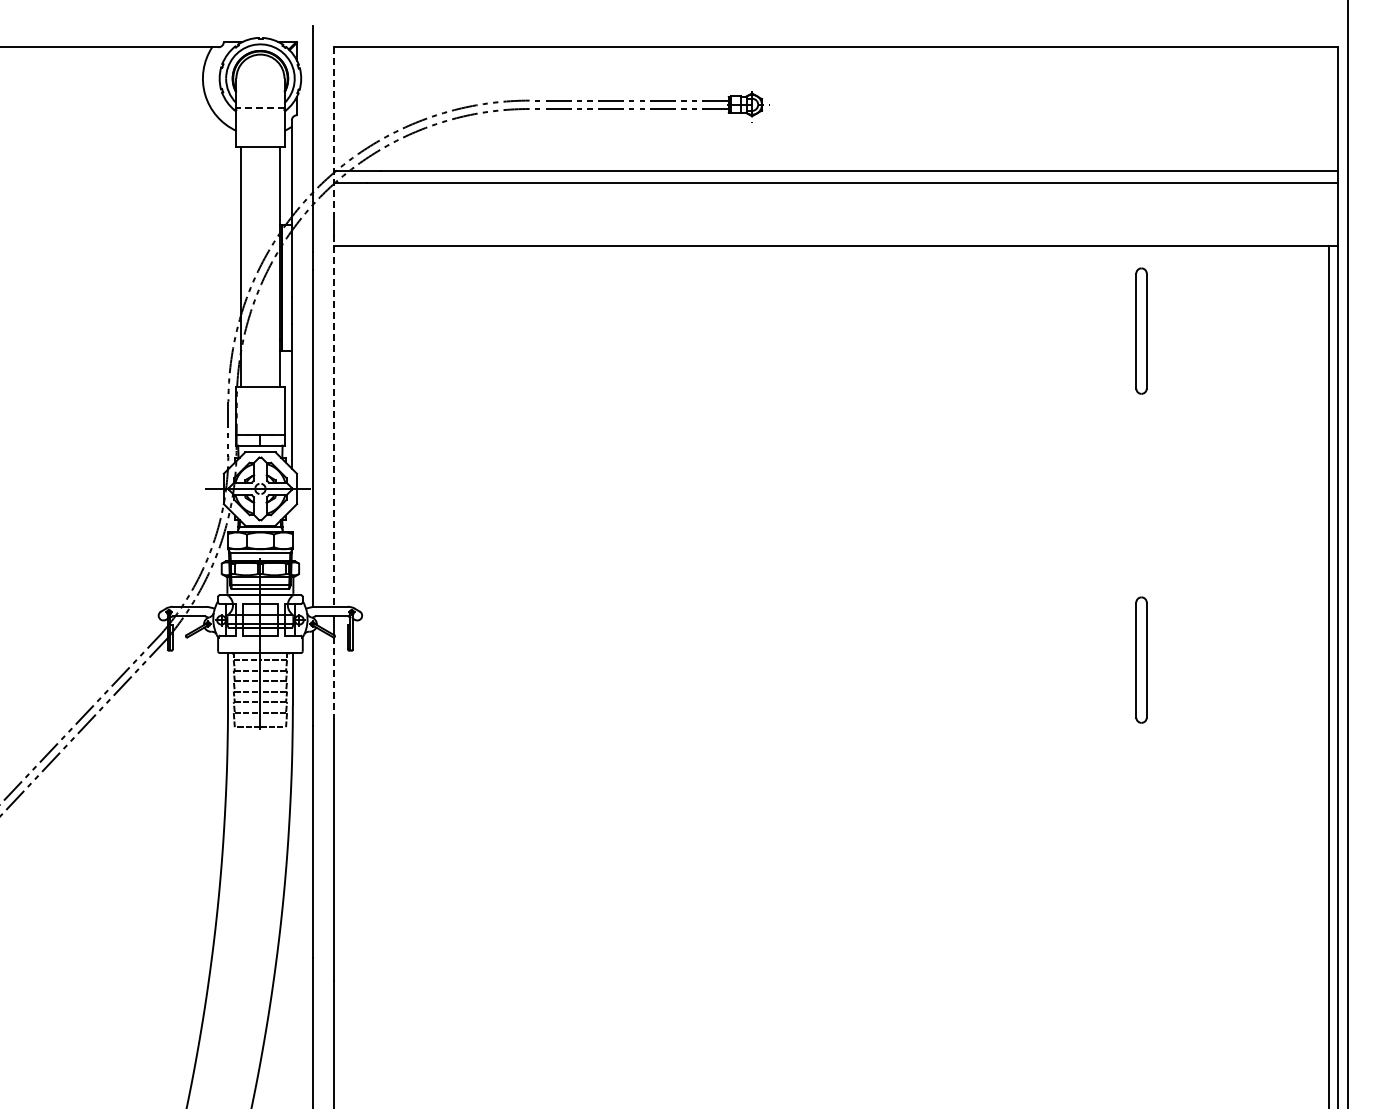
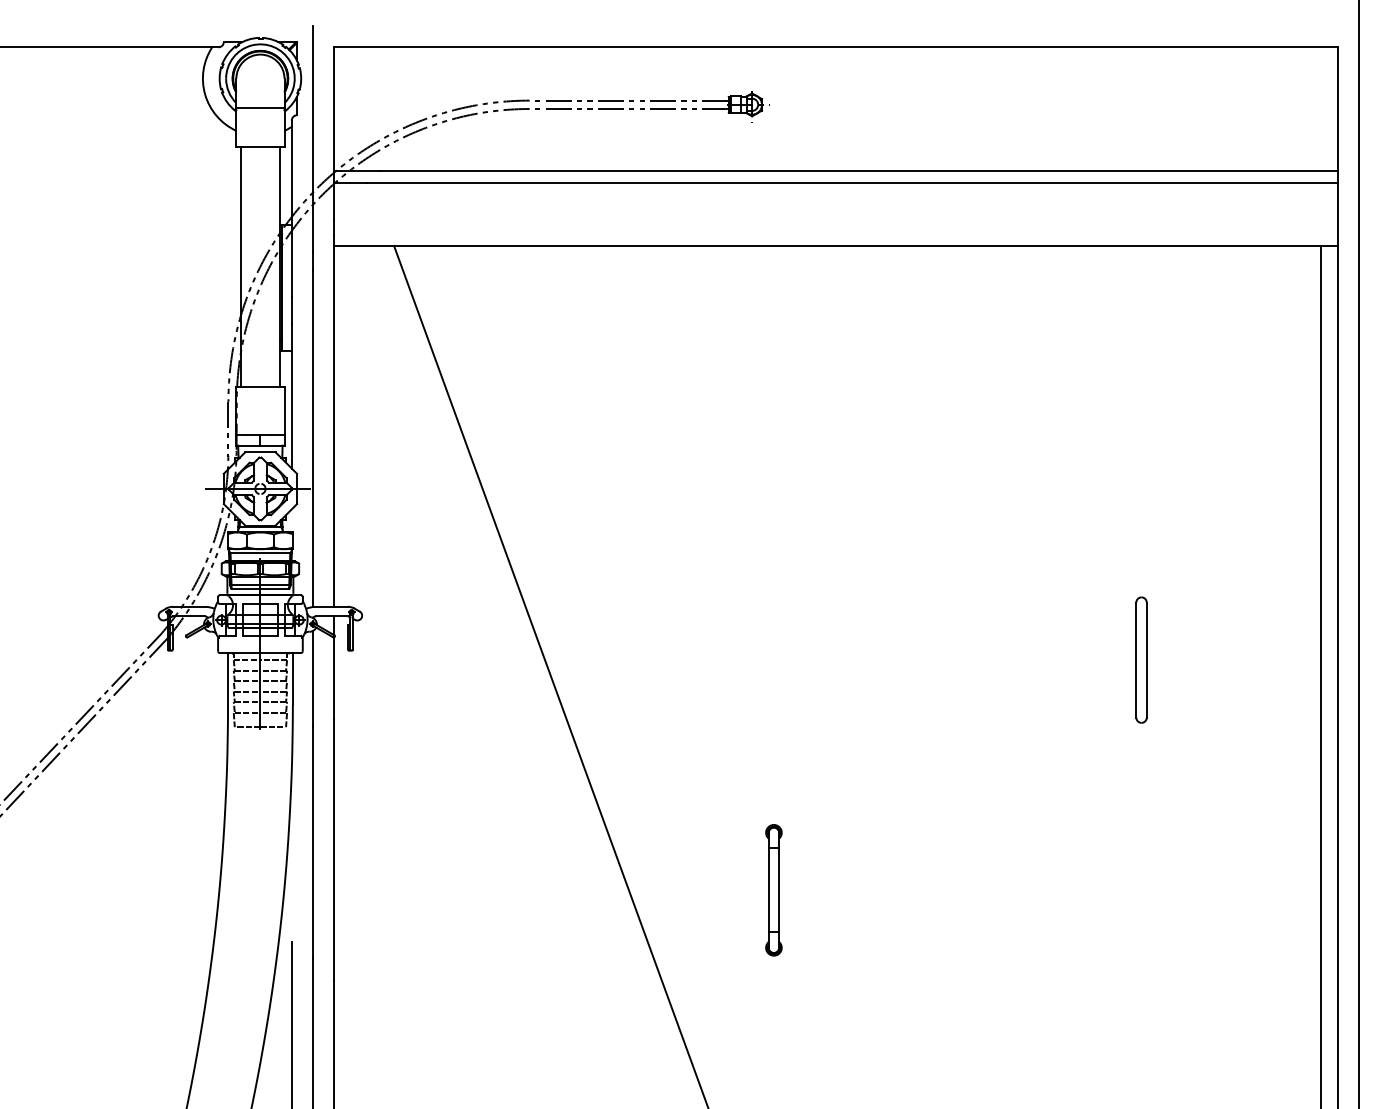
line at (259, 107): dashed -> solid
line at (333, 133): dashed -> solid
part at (1141, 330): present -> none
line at (333, 421): dashed -> solid
line at (1347, 553) position: (1347, 553) -> (1358, 553)
line at (550, 675): none -> present
line at (1329, 675) position: (1329, 675) -> (1321, 675)
line at (333, 678): dashed -> solid
part at (773, 890): none -> present
line at (291, 1023): none -> present
